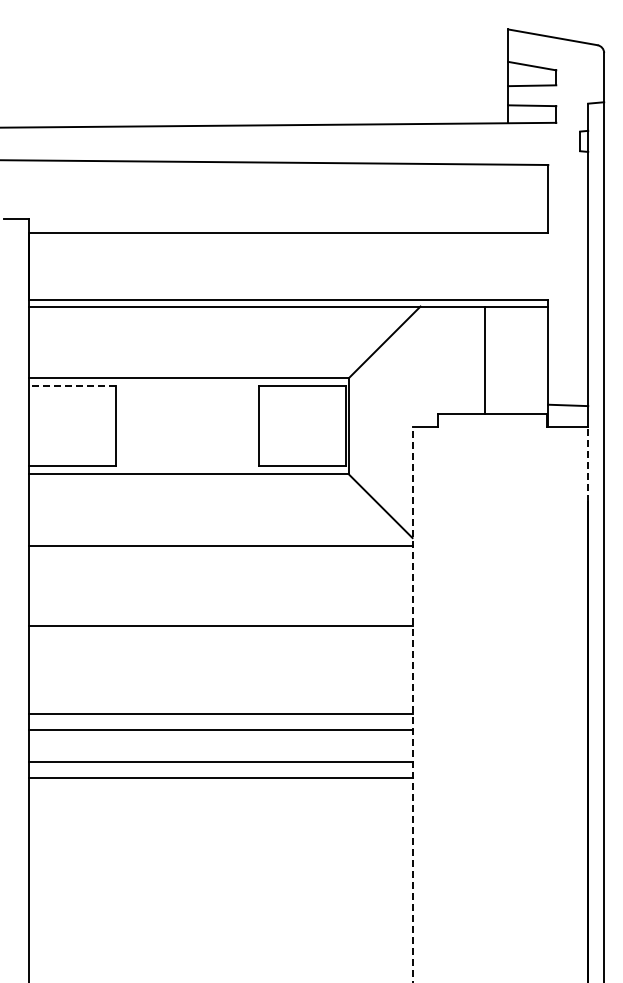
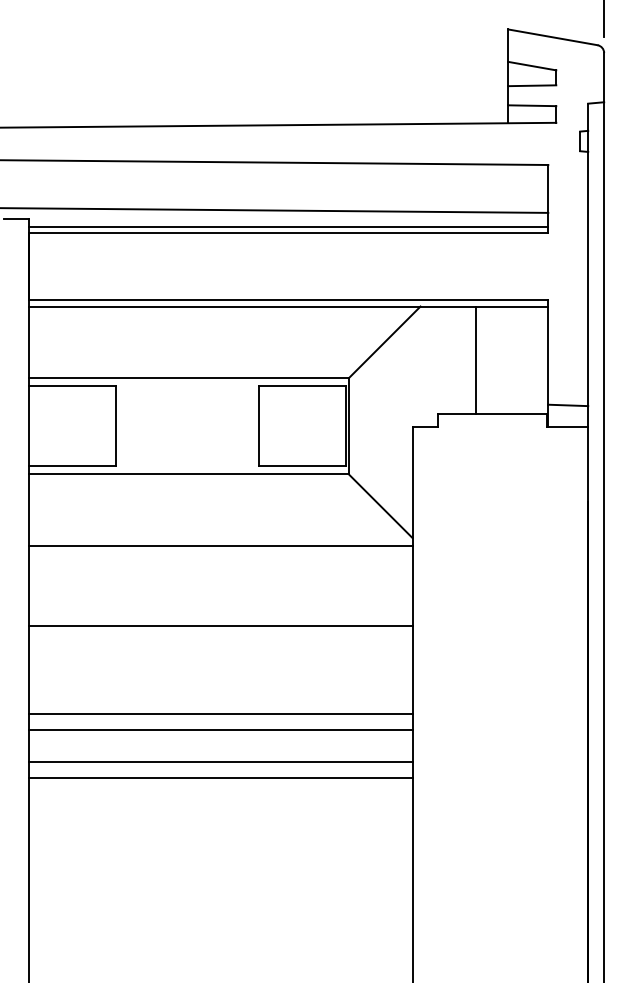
line at (604, 19): none -> present
line at (275, 210): none -> present
line at (288, 226): none -> present
line at (485, 359) position: (485, 359) -> (476, 359)
line at (71, 386): dashed -> solid
line at (588, 464): dashed -> solid
line at (412, 704): dashed -> solid
